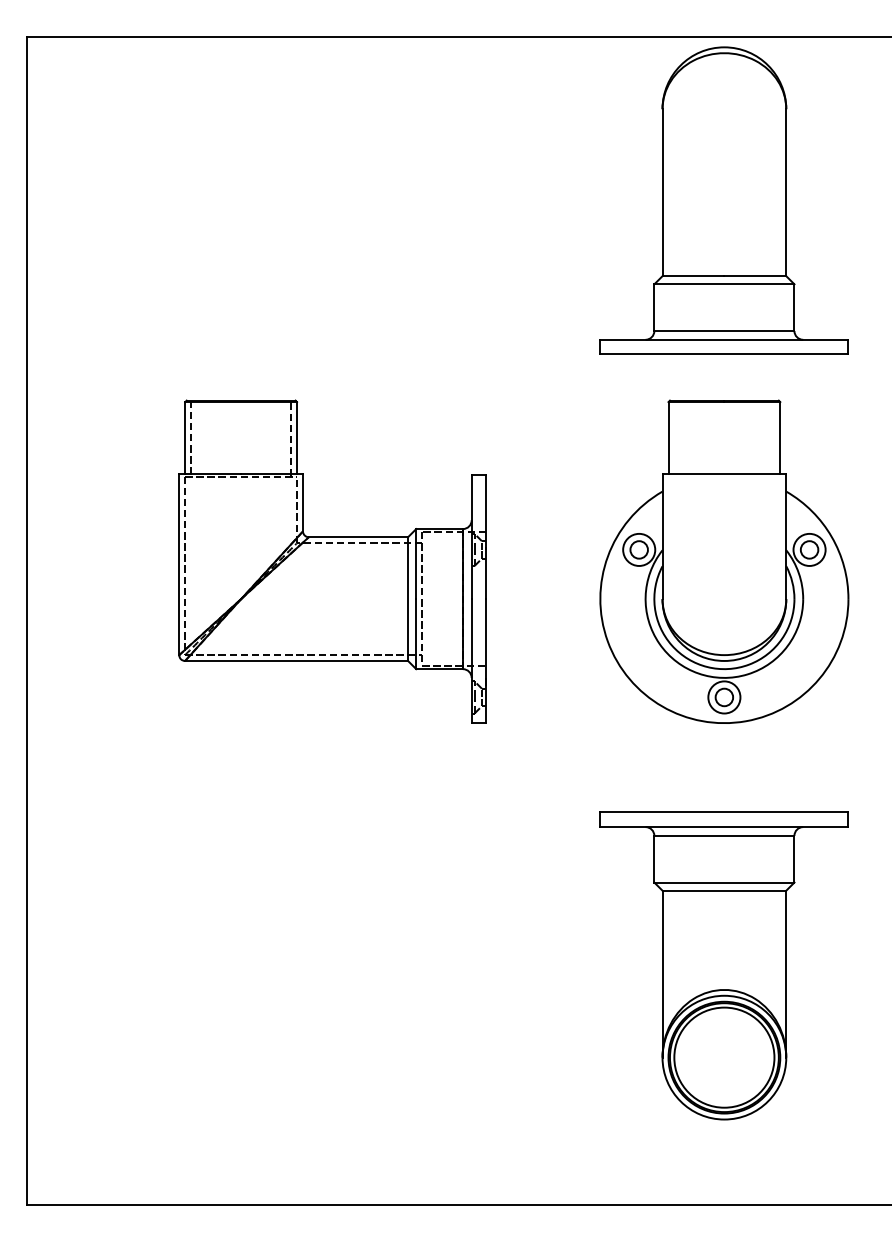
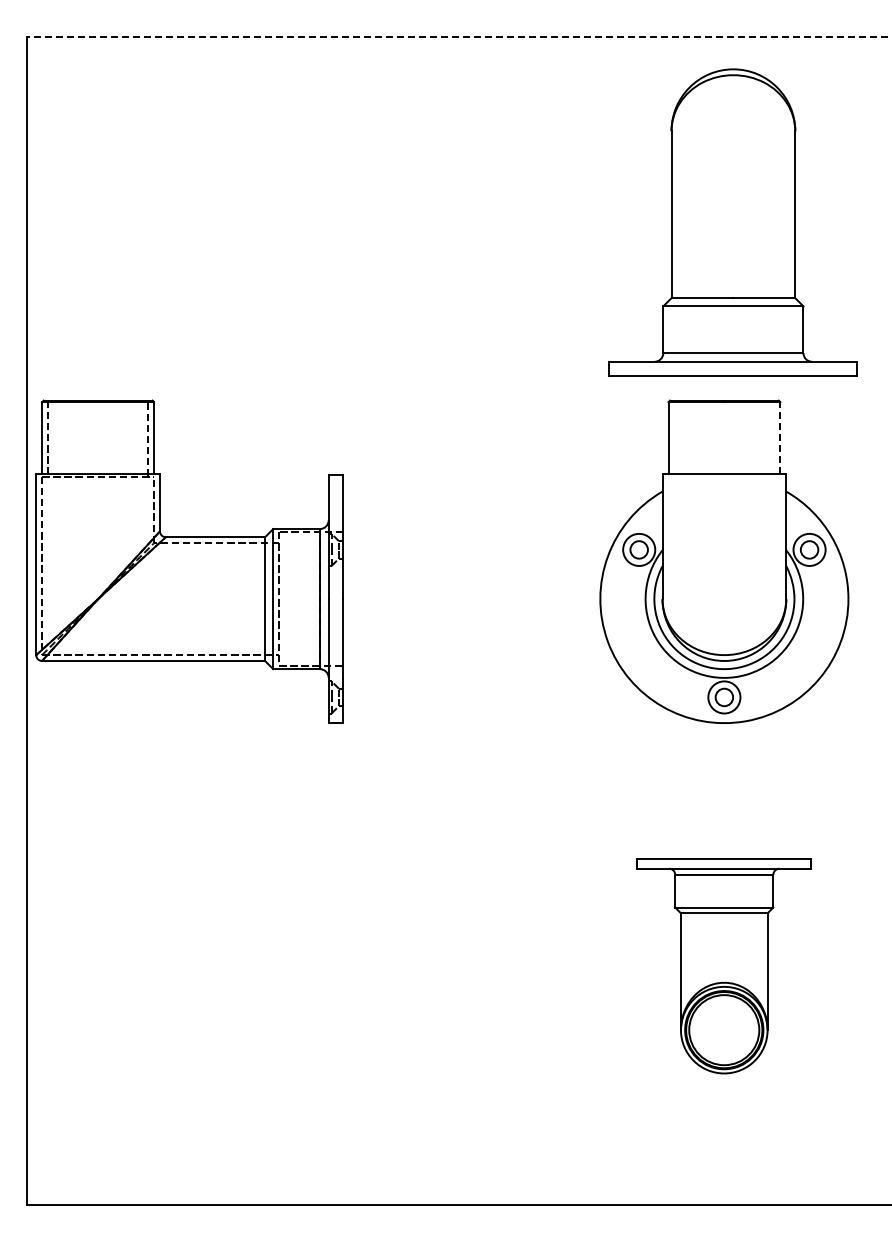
line at (458, 37): solid -> dashed
part at (723, 200) position: (723, 200) -> (732, 222)
line at (780, 437): solid -> dashed
part at (332, 561) position: (332, 561) -> (189, 561)
part at (723, 965) size: 250x310 px -> 176x217 px
